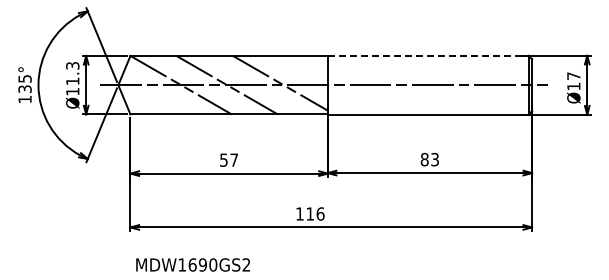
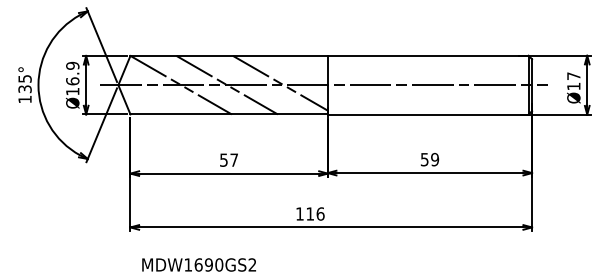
line at (428, 55): dashed -> solid
text at (72, 73): Ø11.3 -> Ø16.9
text at (429, 159): 83 -> 59
text at (192, 264) position: (192, 264) -> (198, 264)
